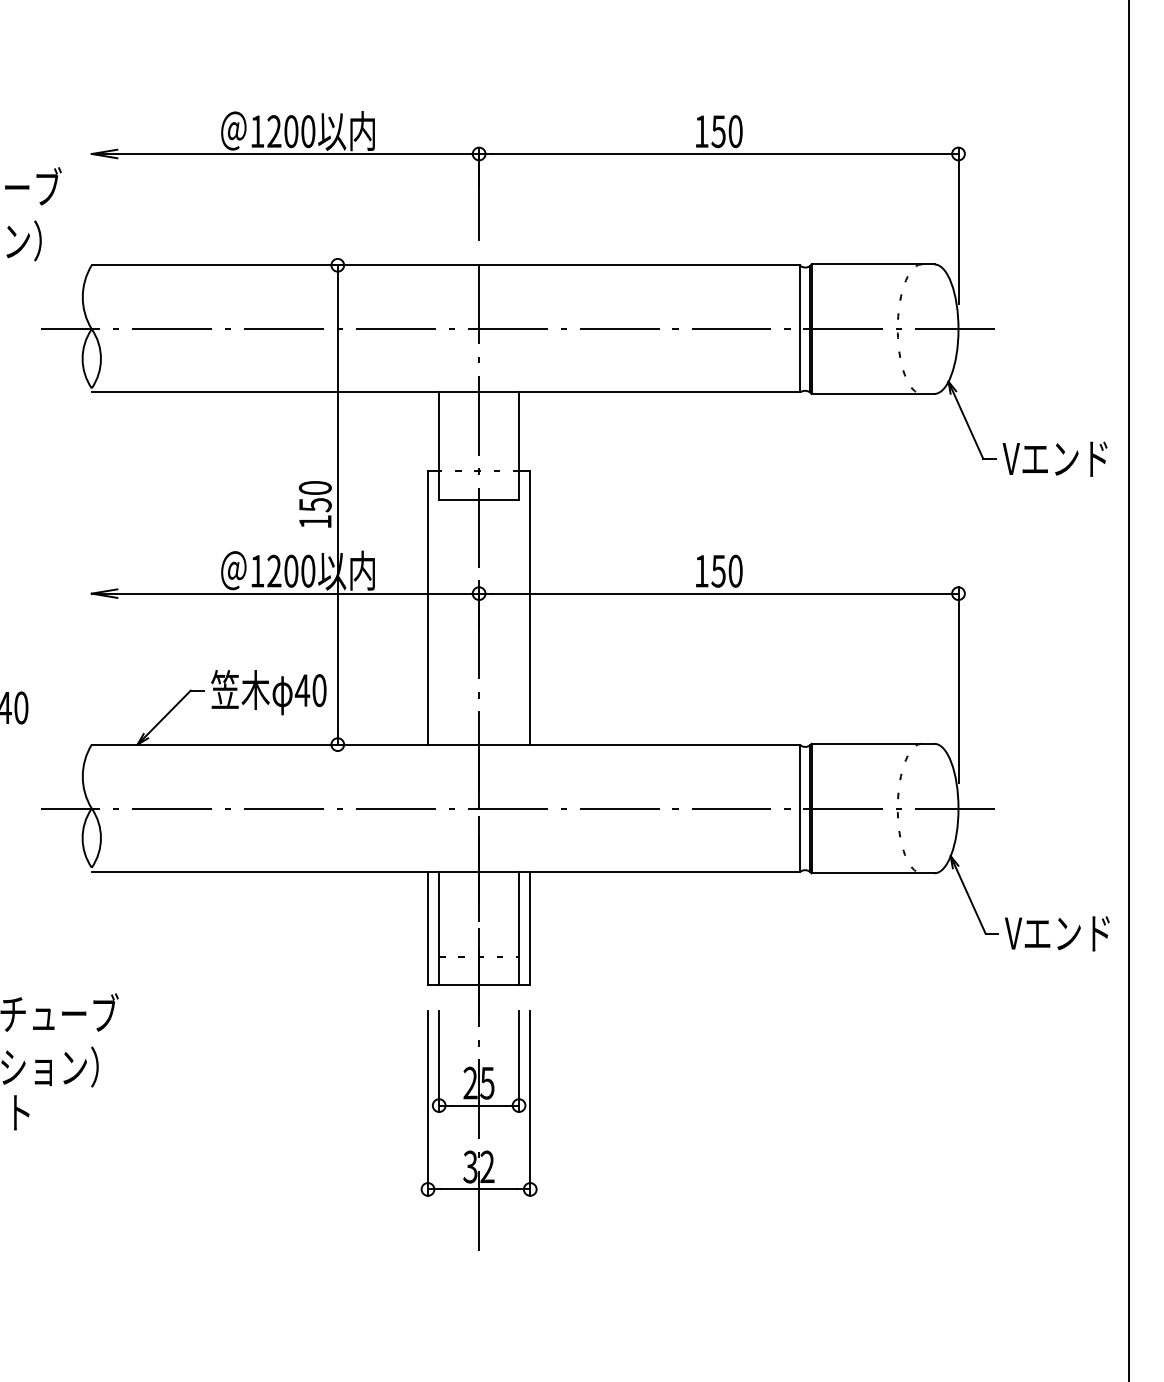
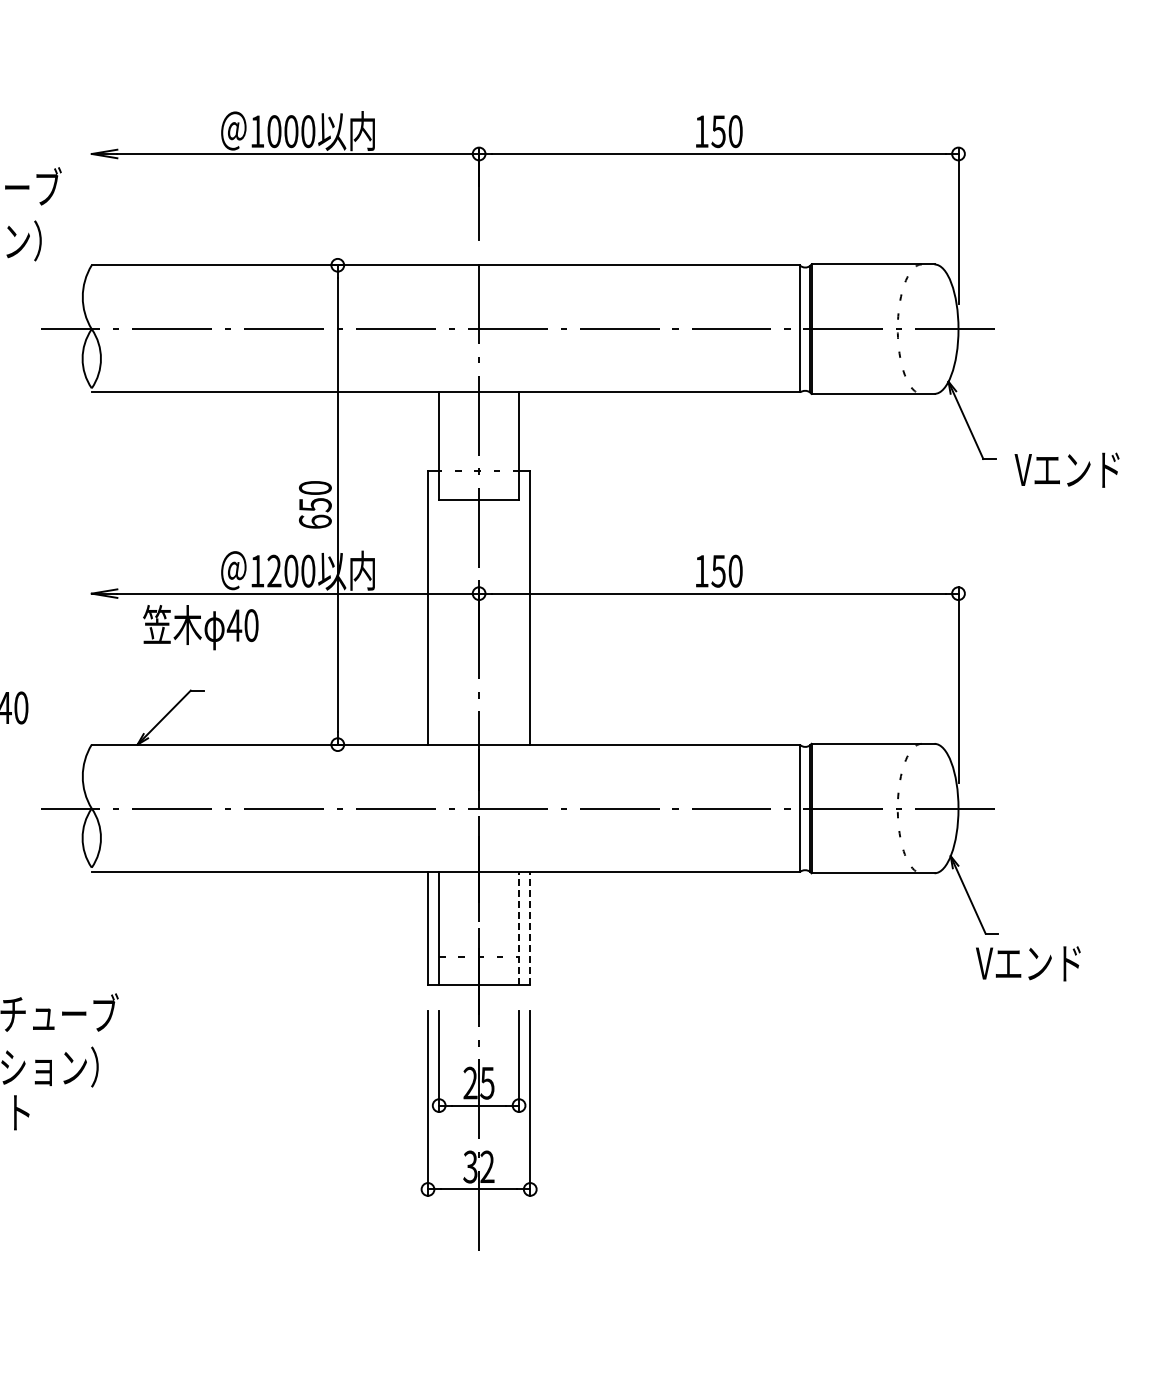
text at (274, 131): 1200 -> 1000
text at (1054, 458) position: (1054, 458) -> (1066, 469)
text at (314, 521): 150 -> 650
line at (1129, 690): present -> none
text at (268, 692) position: (268, 692) -> (200, 627)
line at (519, 928): solid -> dashed
line at (530, 928): solid -> dashed
text at (1057, 933) position: (1057, 933) -> (1028, 963)
